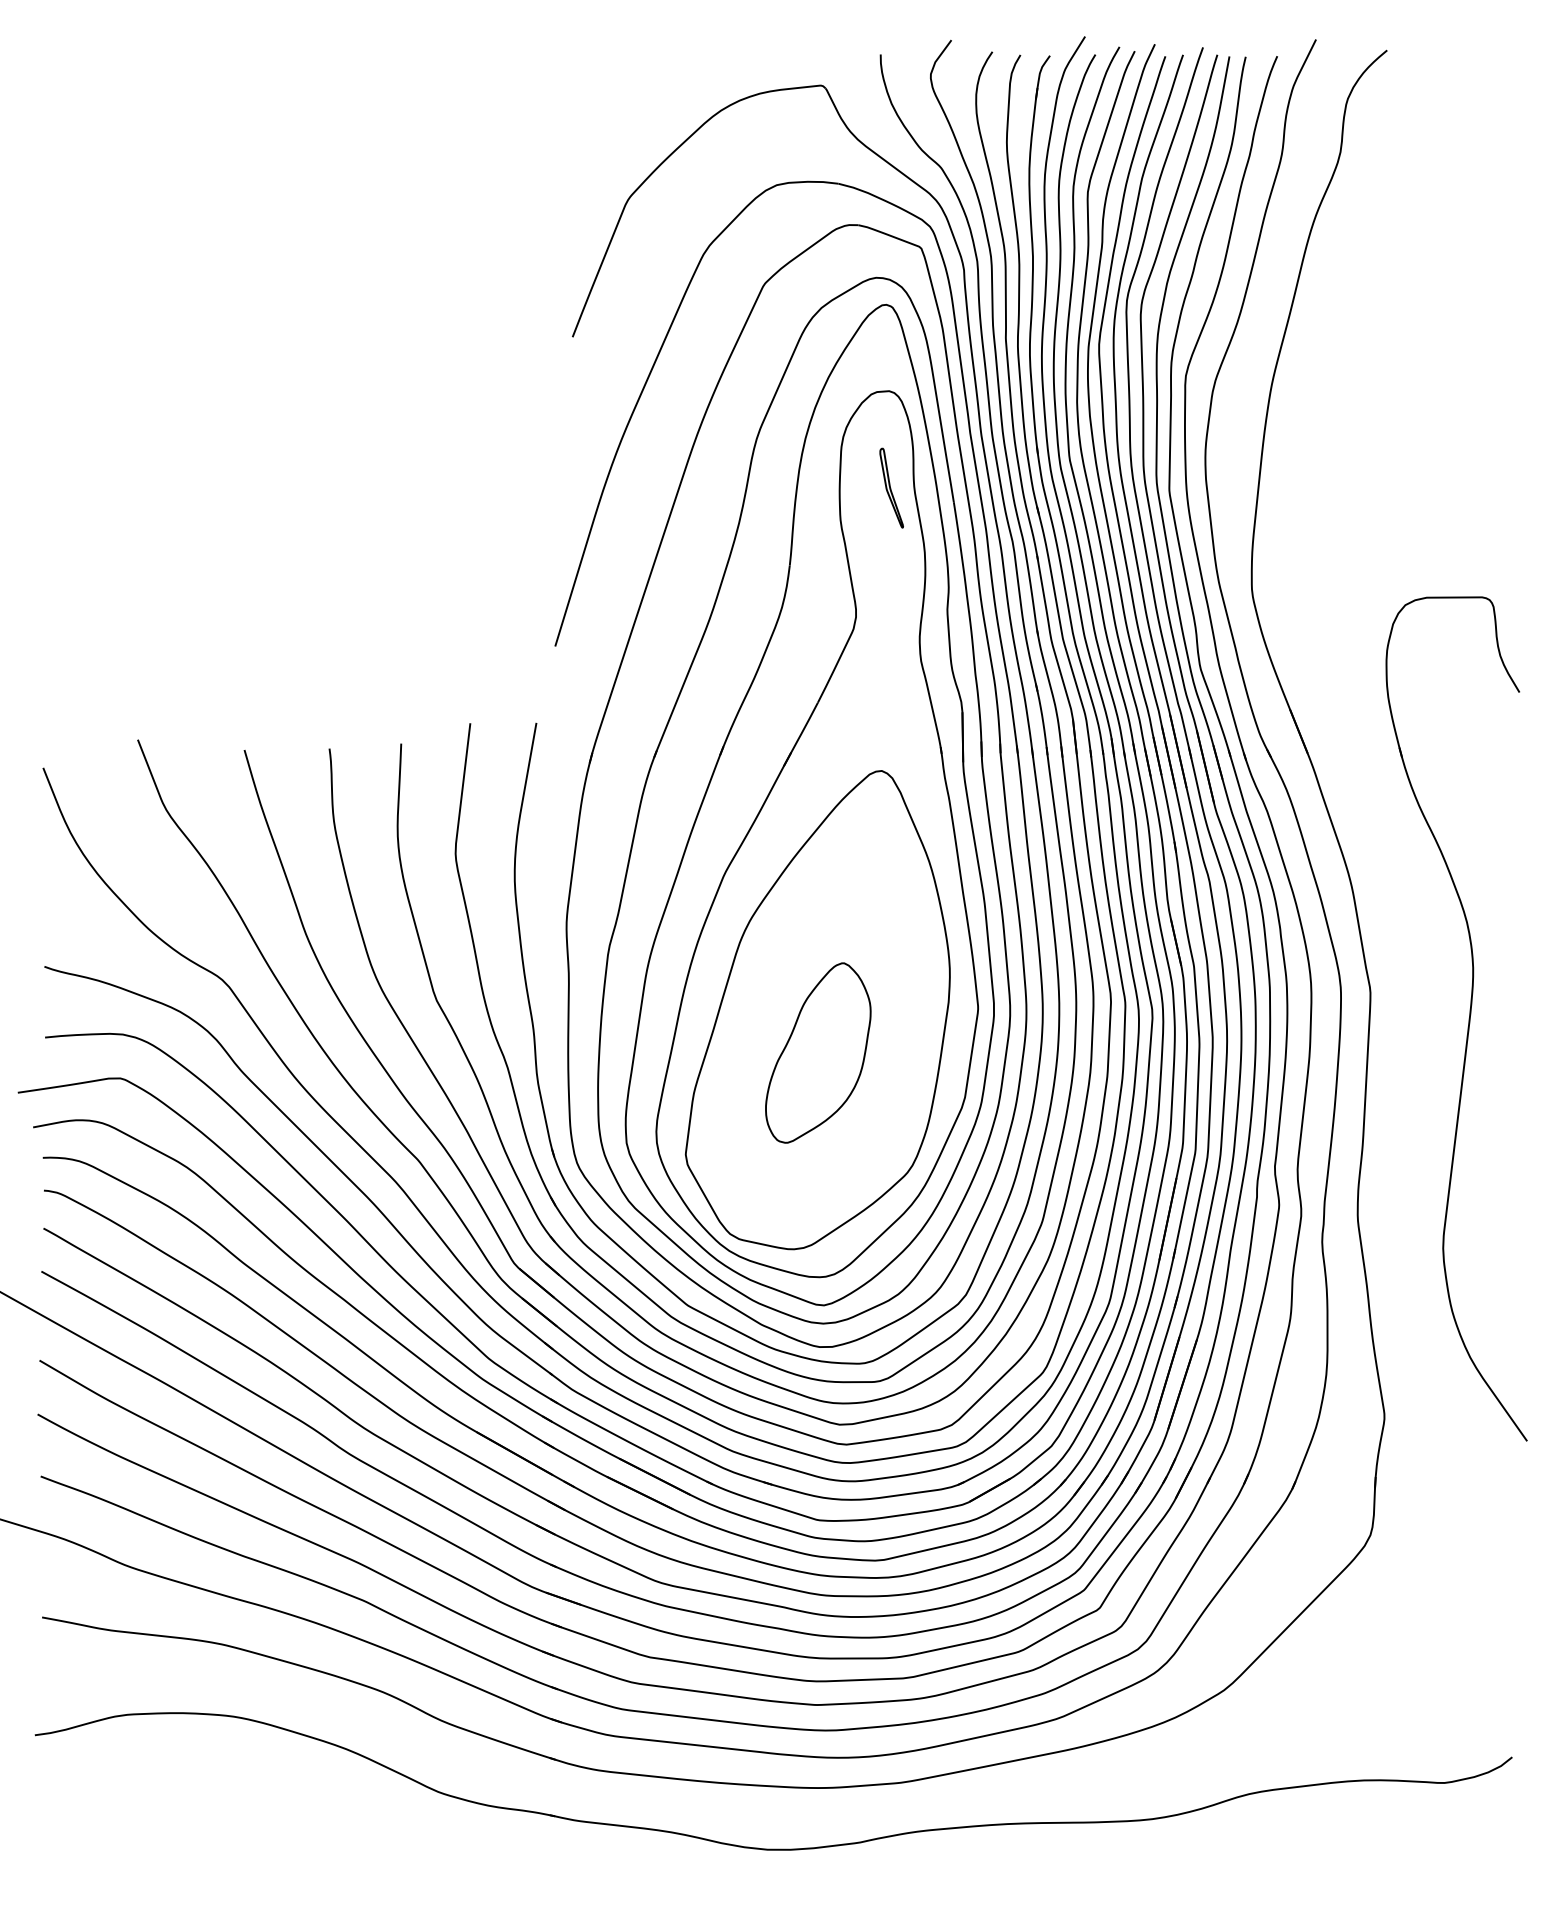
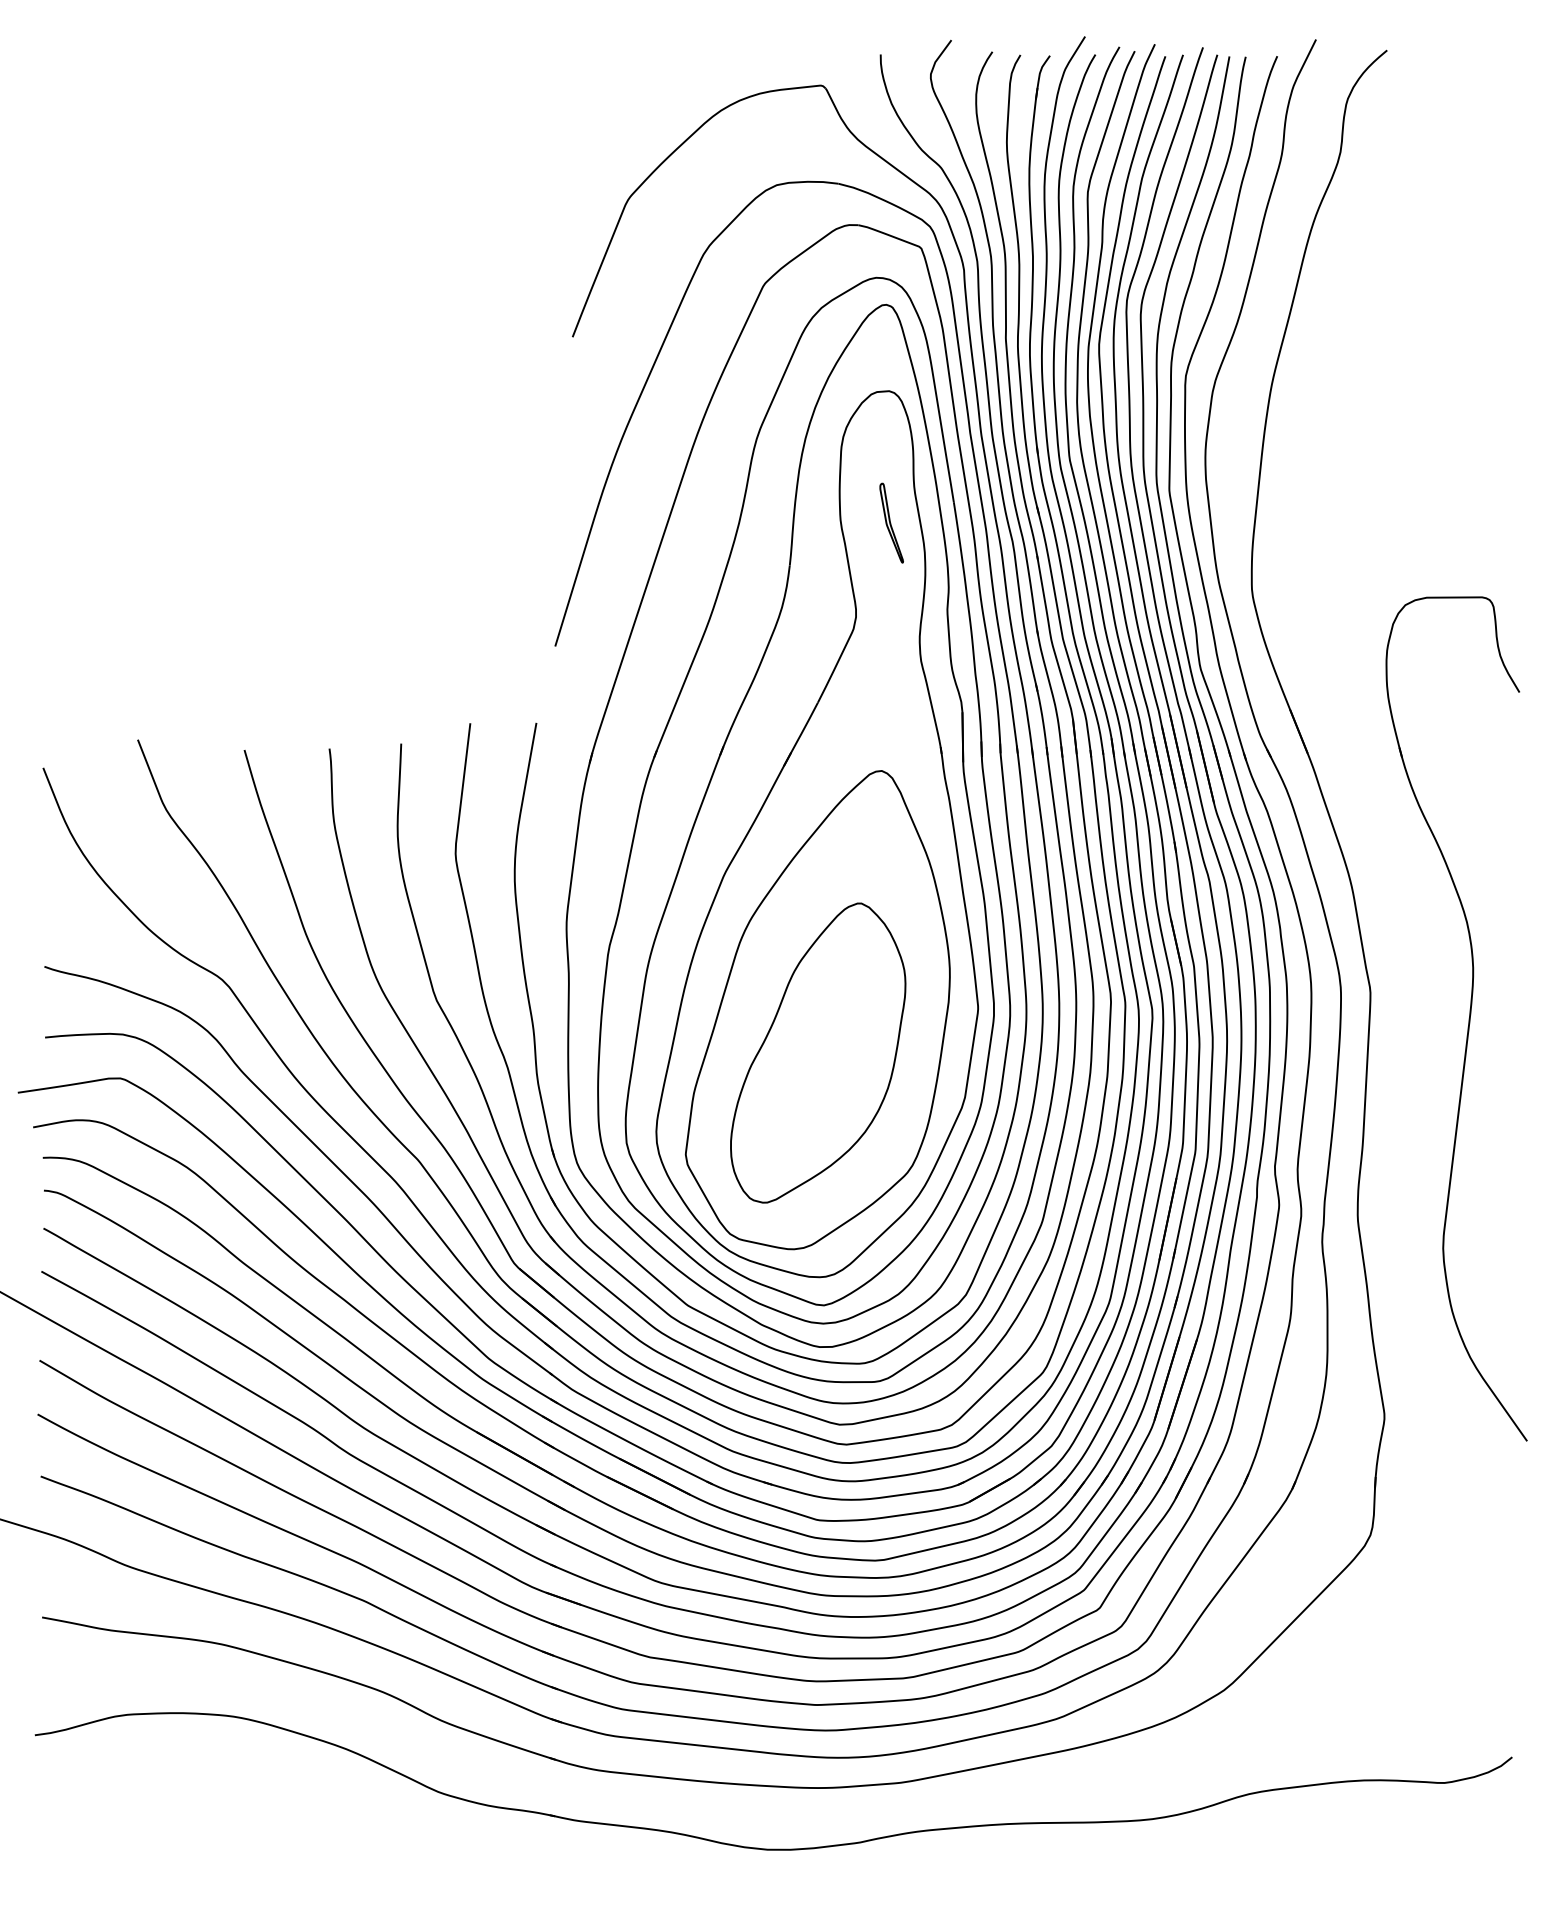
part at (891, 487) position: (891, 487) -> (891, 522)
part at (818, 1052) size: 107x182 px -> 177x302 px
